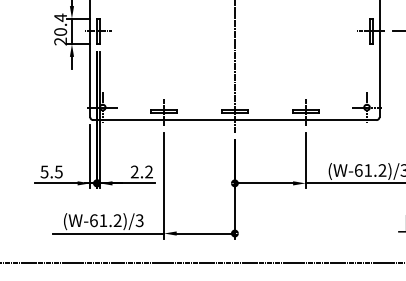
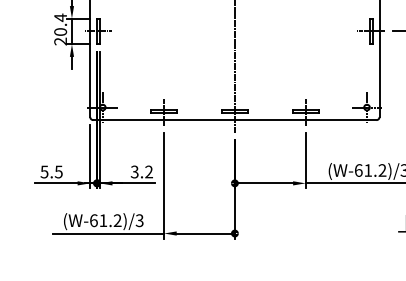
text at (134, 172): 2.2 -> 3.2
line at (202, 263): present -> none
